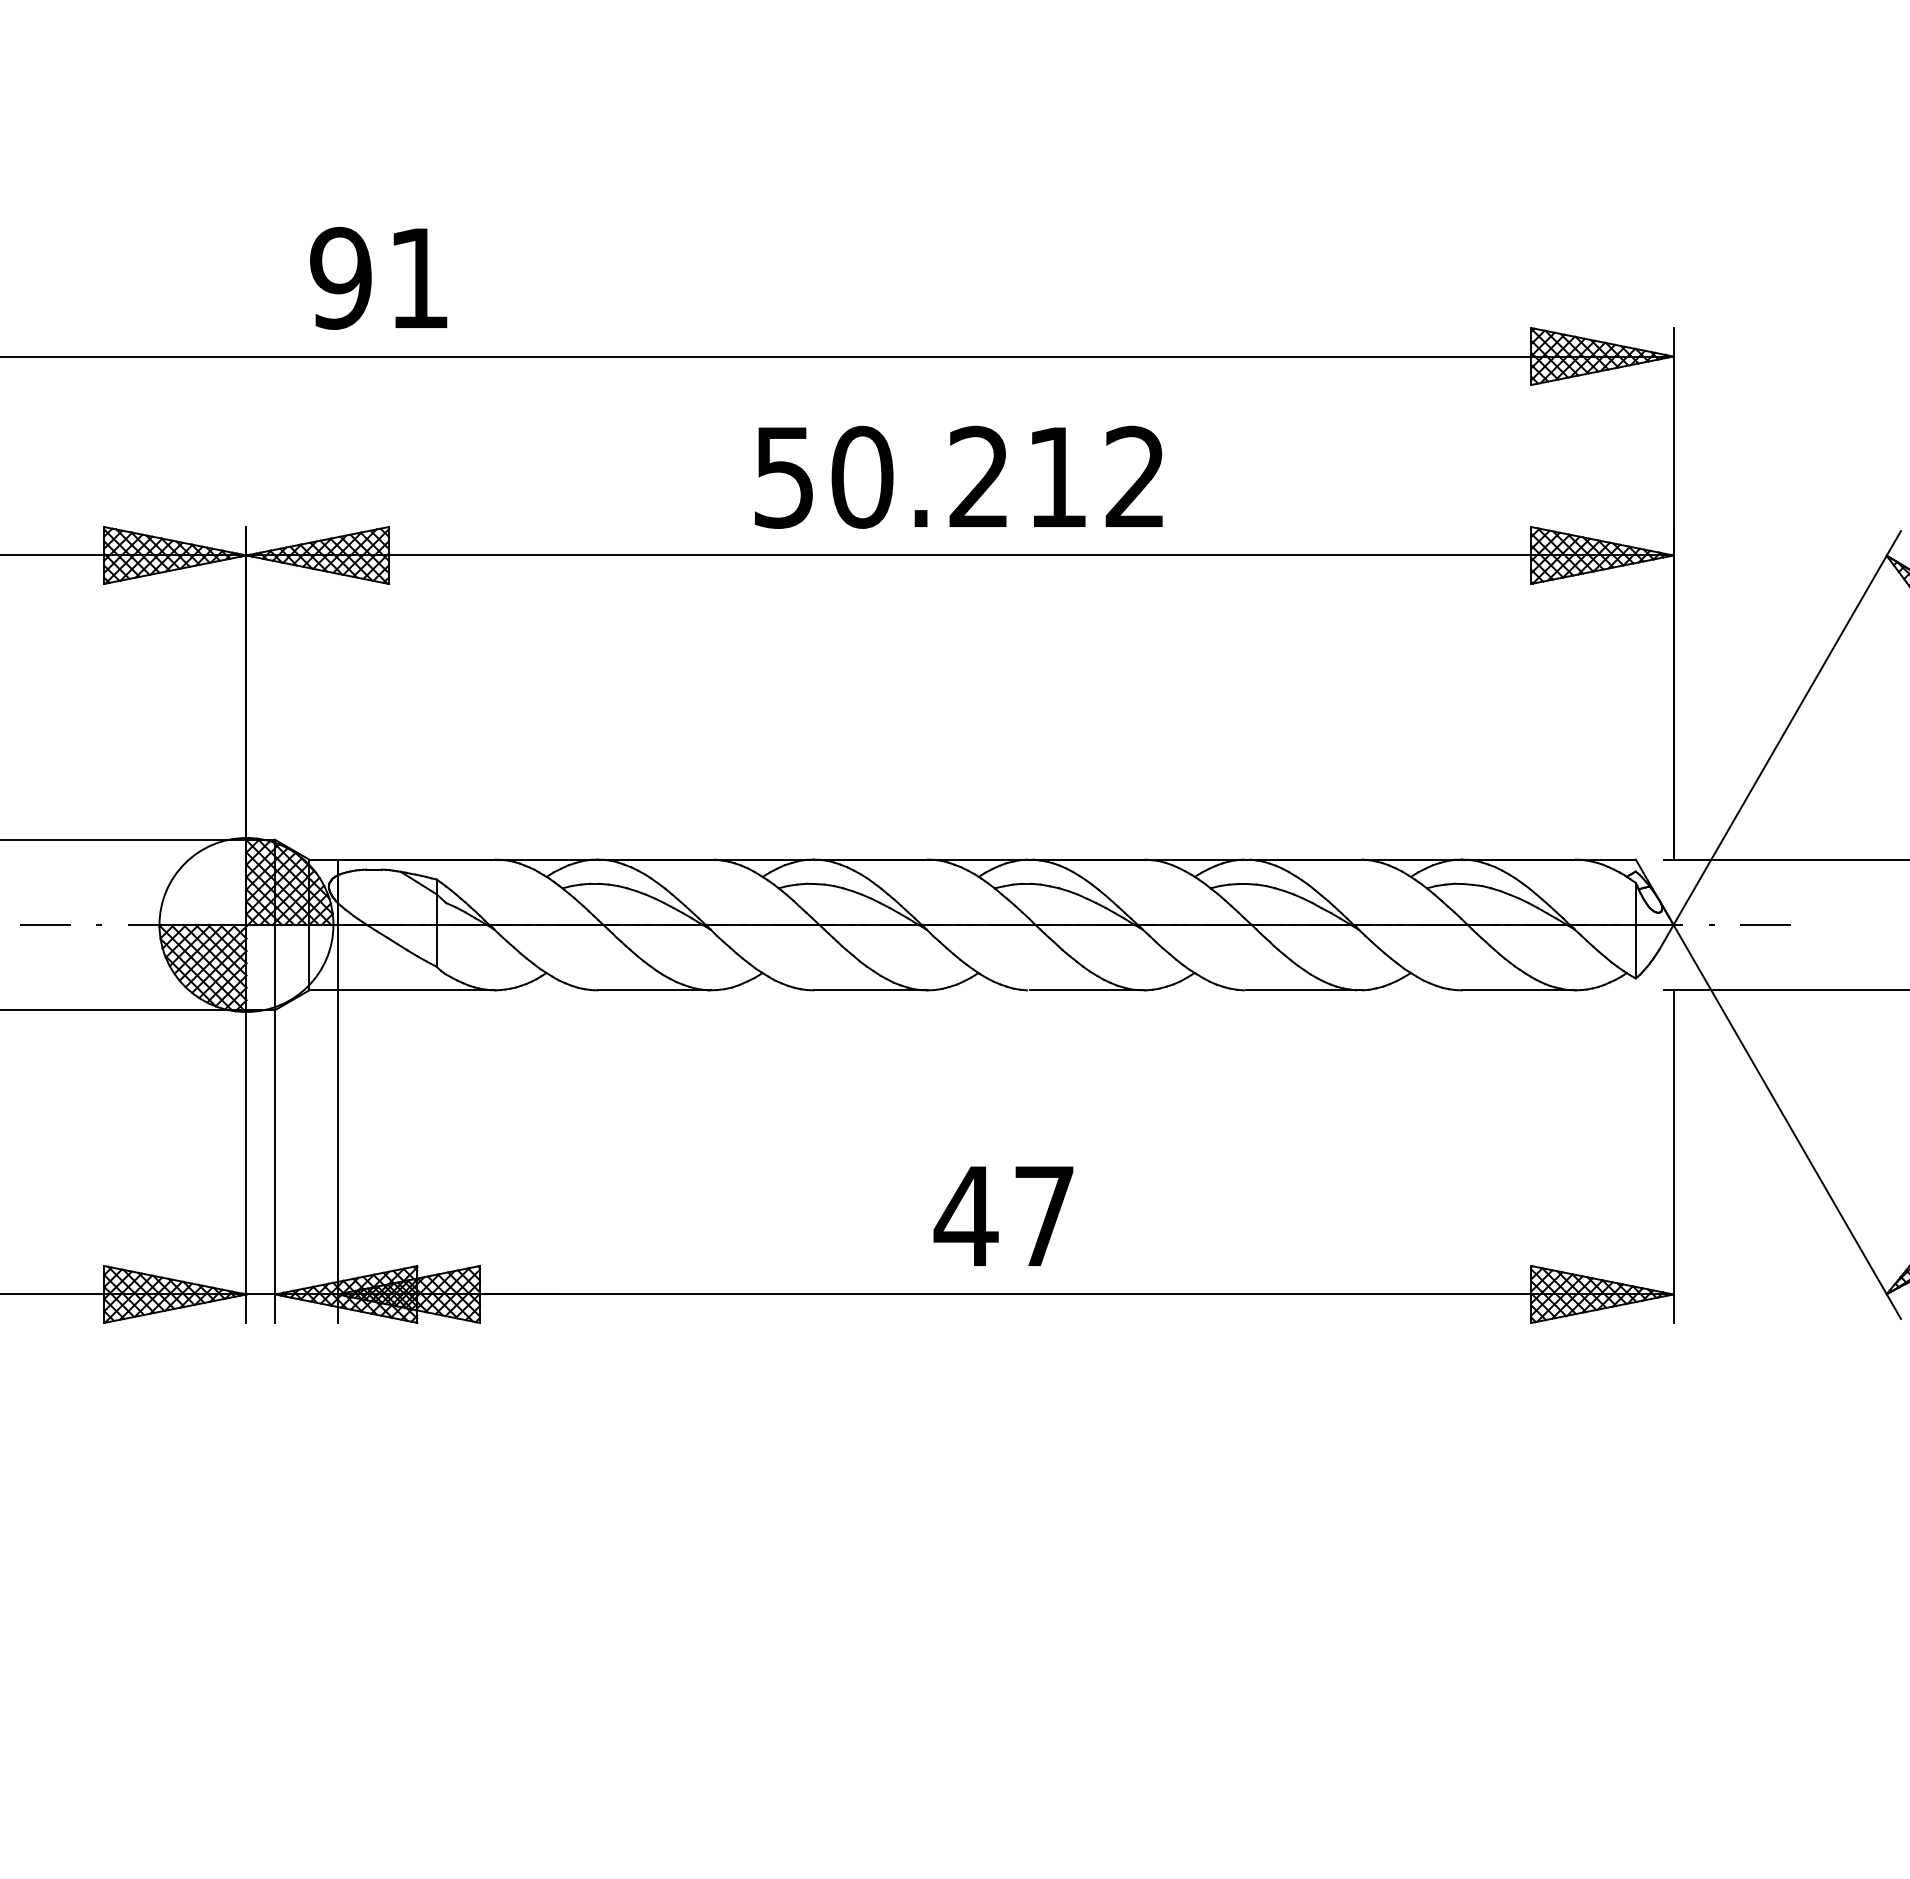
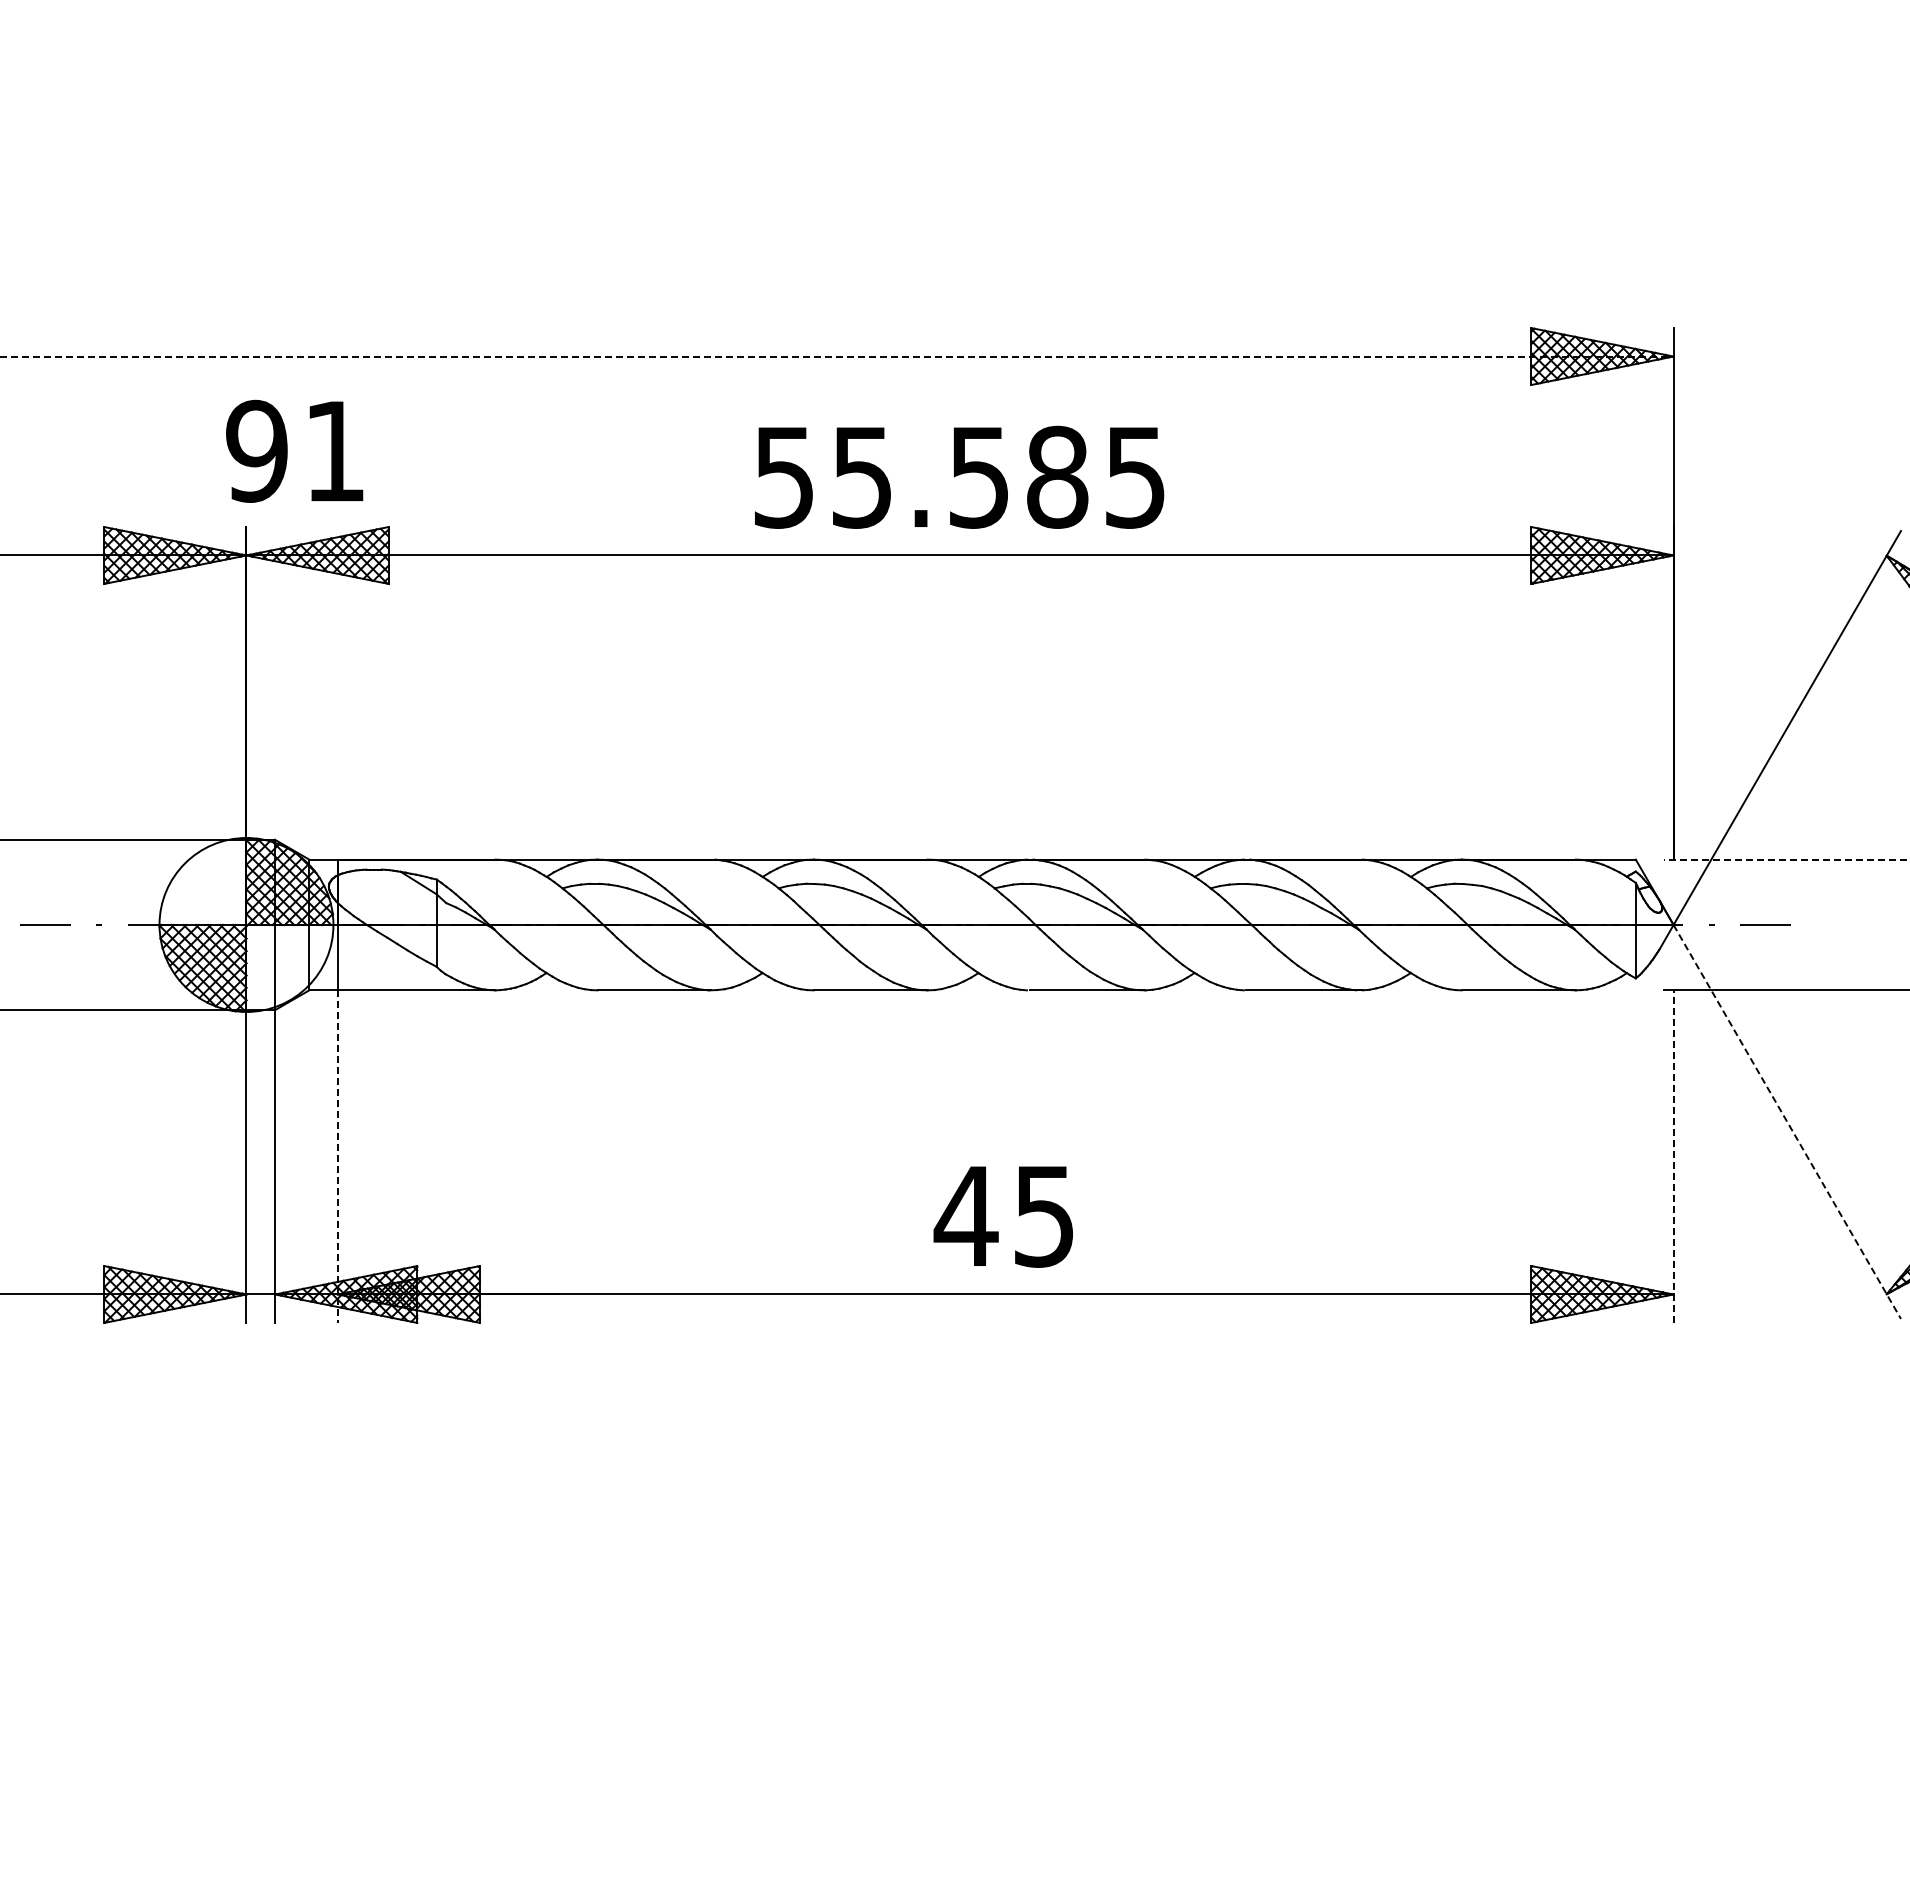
text at (378, 277) position: (378, 277) -> (294, 450)
line at (837, 356): solid -> dashed
text at (997, 476): 50.212 -> 55.585
line at (1787, 859): solid -> dashed
line at (1787, 1122): solid -> dashed
line at (1673, 1156): solid -> dashed
line at (337, 1157): solid -> dashed
text at (1044, 1216): 47 -> 45
